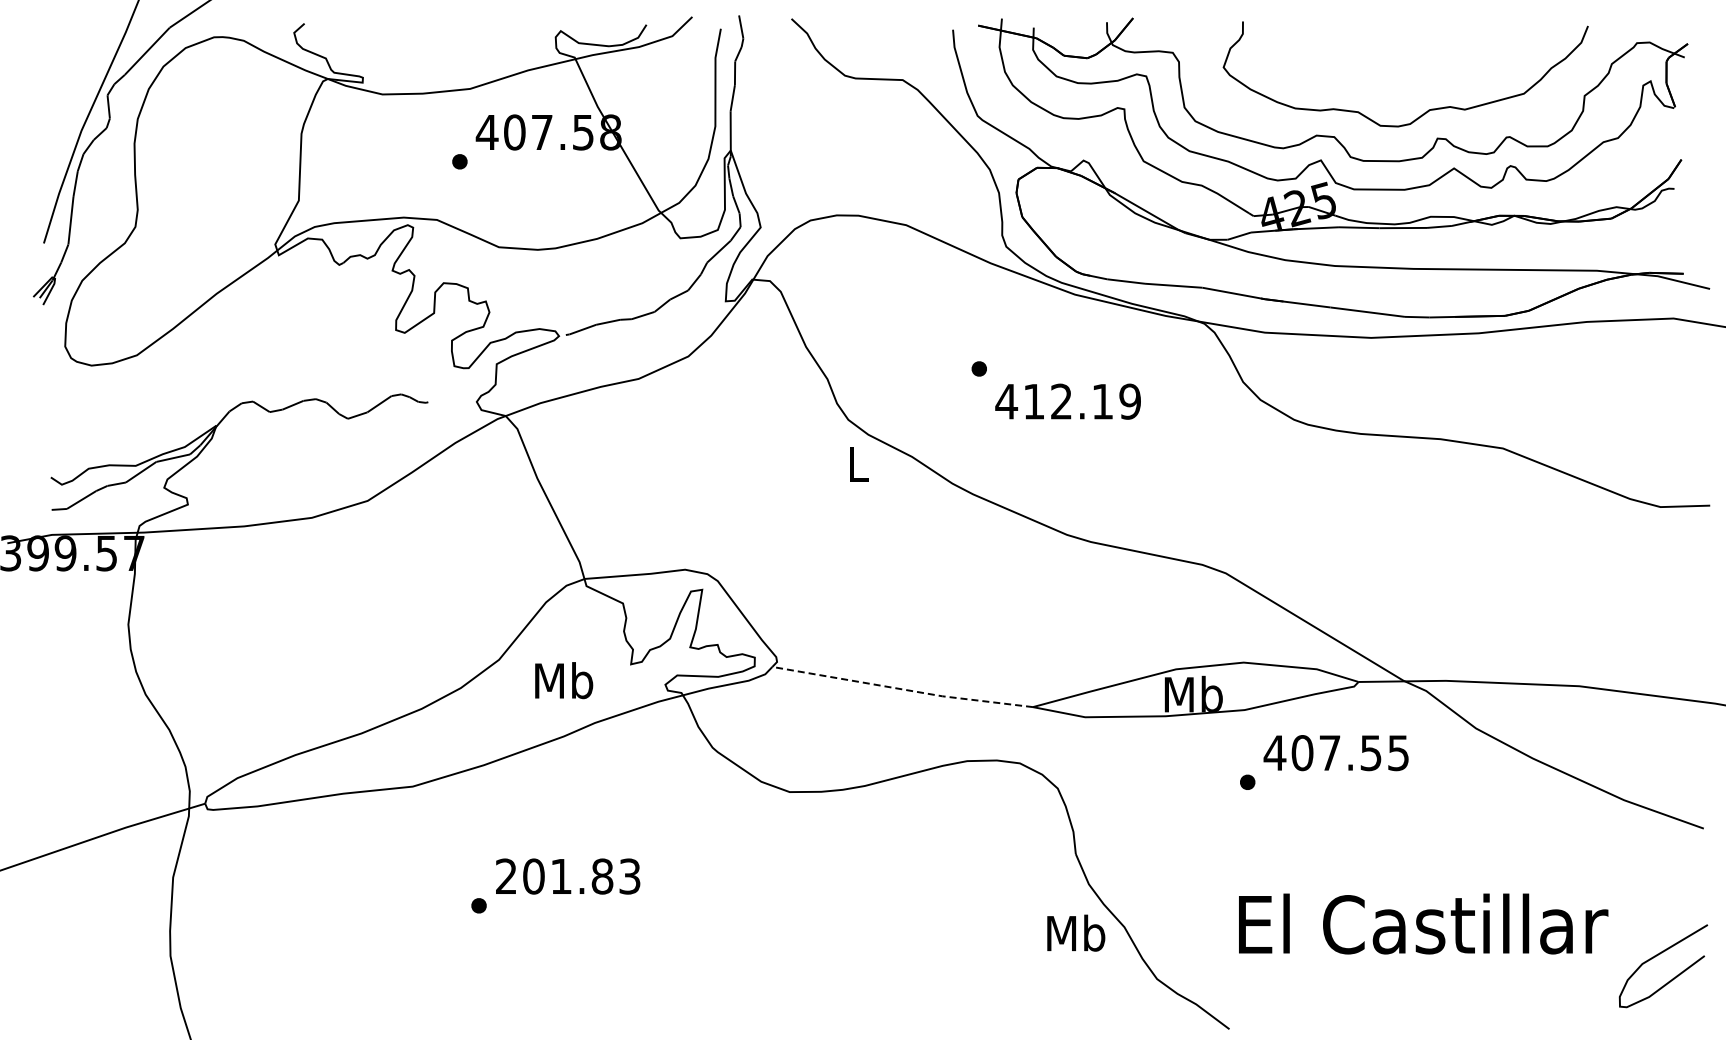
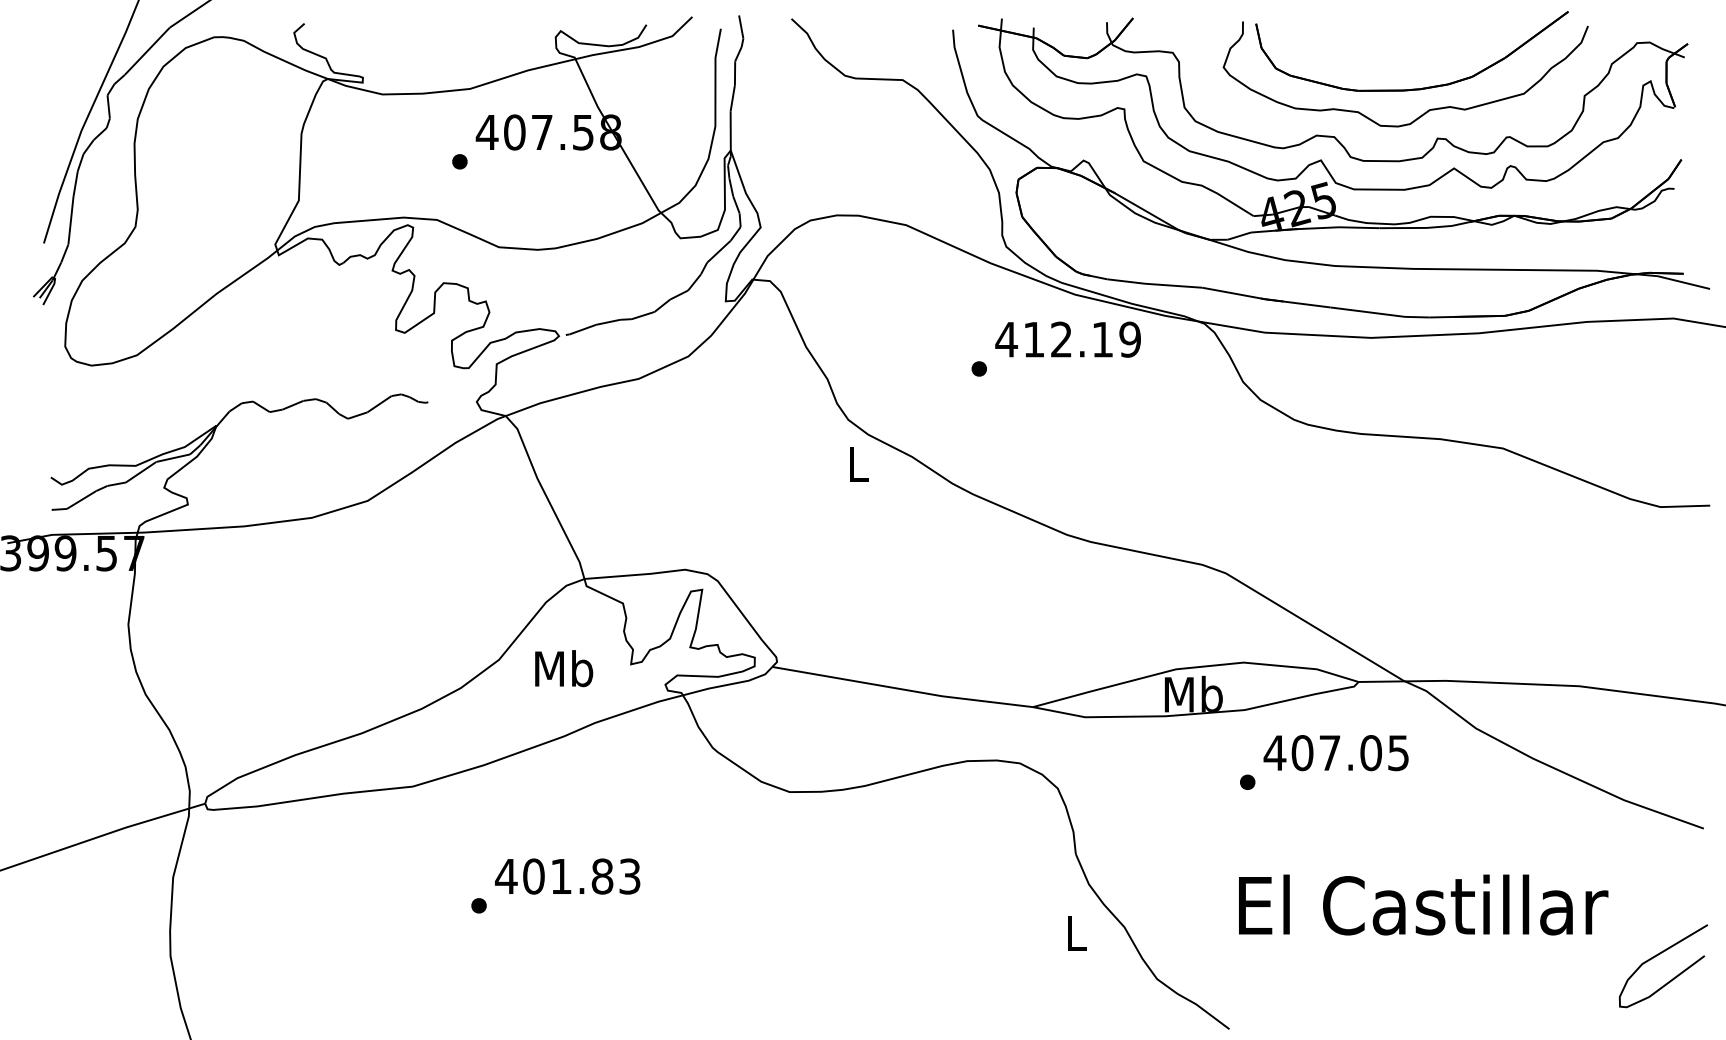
part at (1412, 88): none -> present
text at (1067, 401) position: (1067, 401) -> (1067, 339)
text at (564, 680) position: (564, 680) -> (564, 668)
line at (903, 689): dashed -> solid
text at (1371, 753): 407.55 -> 407.05
text at (506, 875): 201.83 -> 401.83
text at (1423, 923) position: (1423, 923) -> (1423, 904)
text at (1076, 932): Mb -> L
